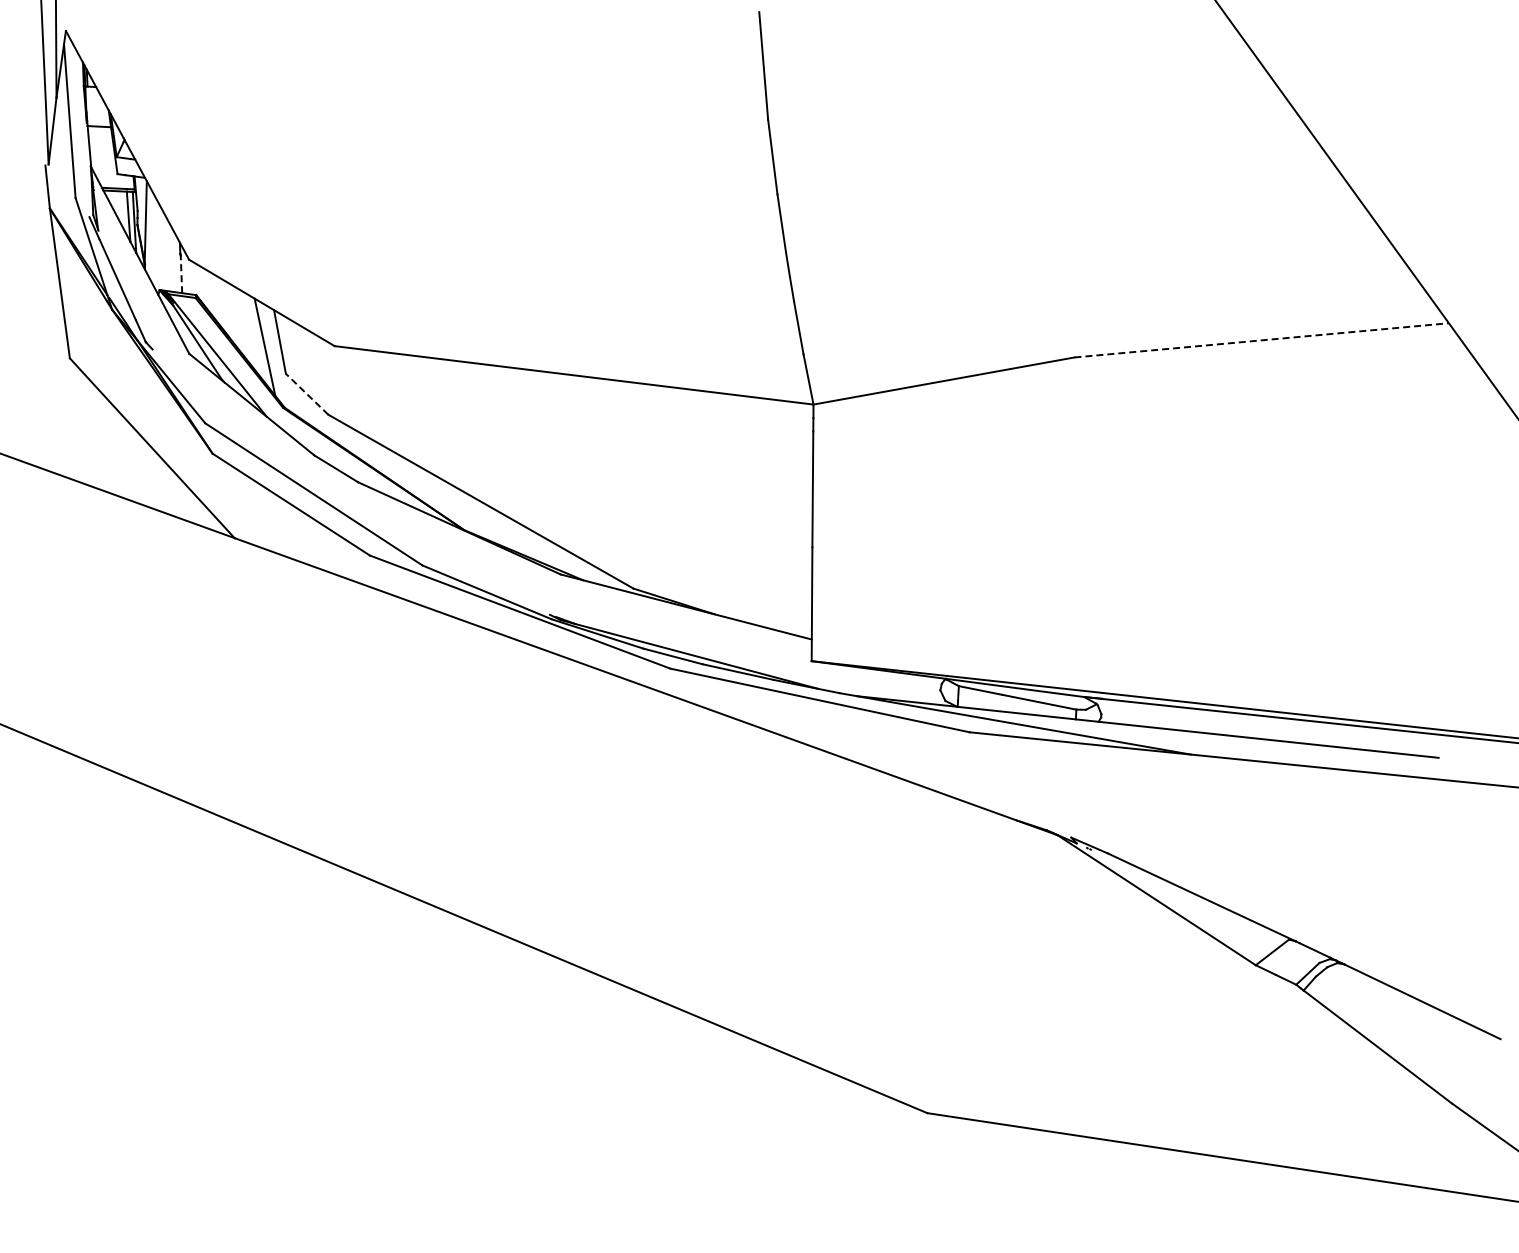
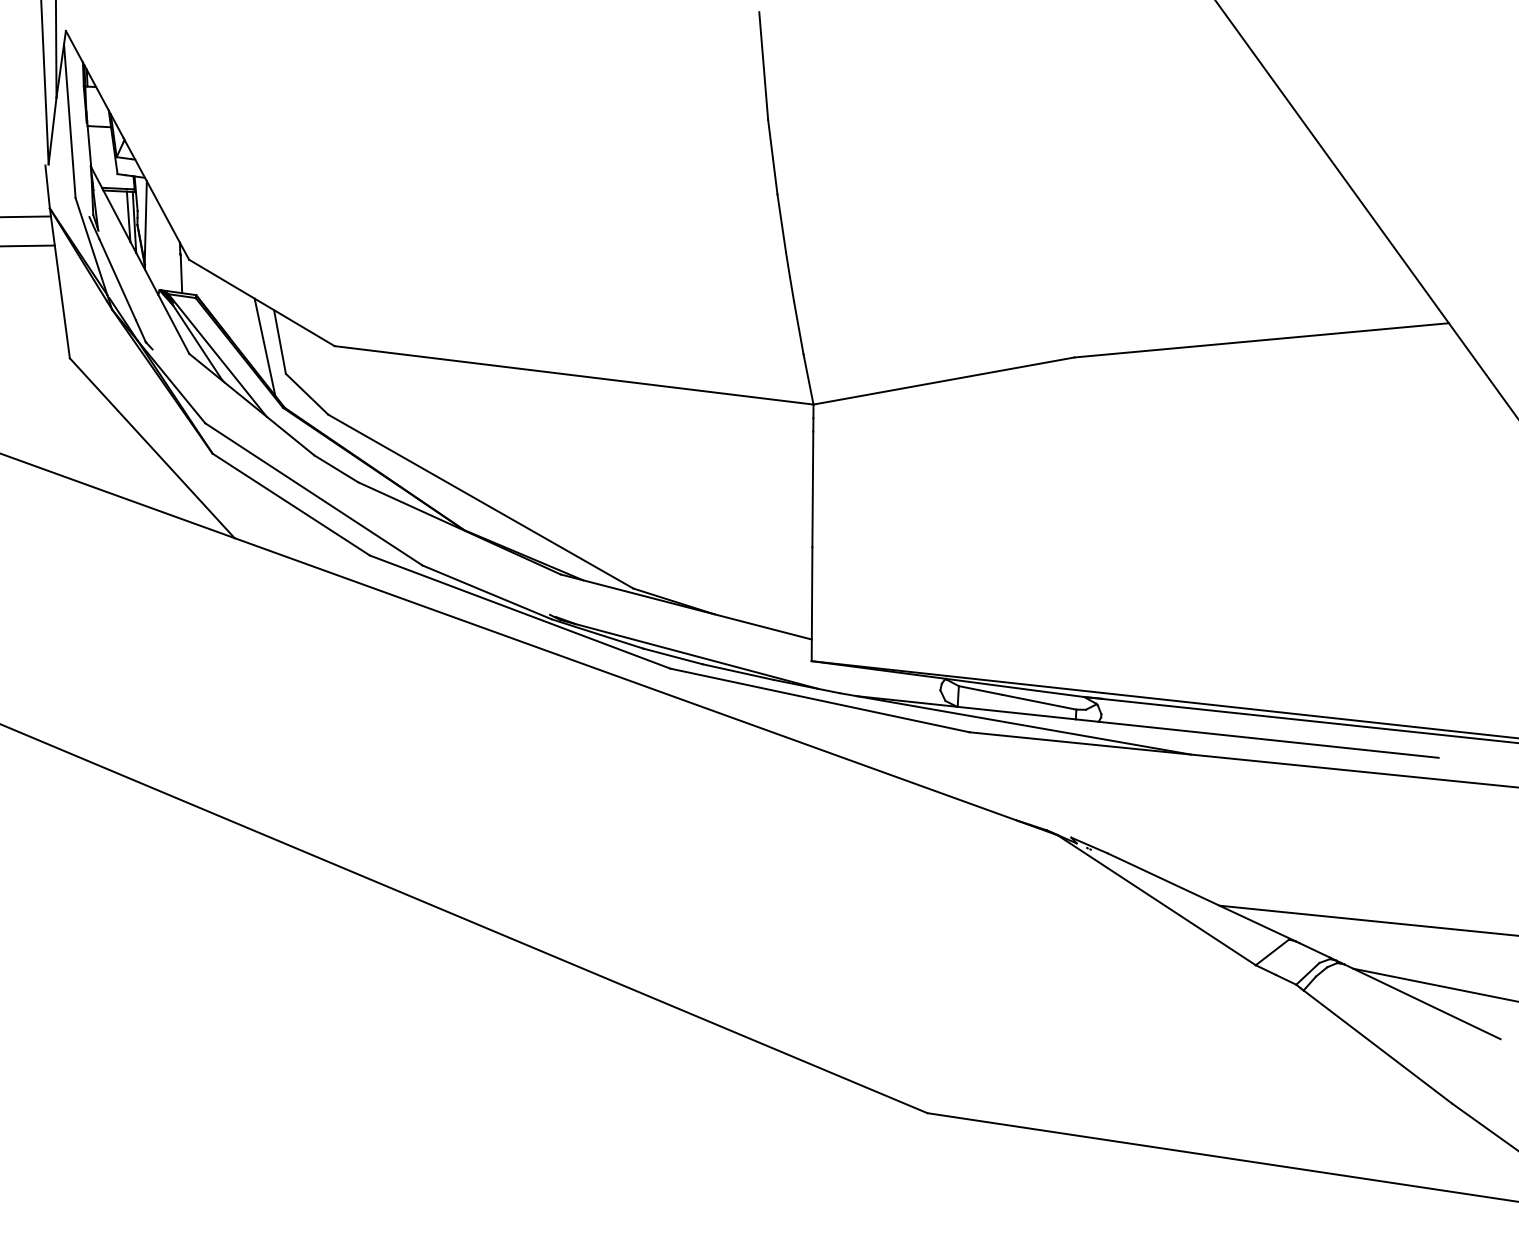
line at (26, 216): none -> present
line at (28, 245): none -> present
line at (181, 274): dashed -> solid
line at (1262, 340): dashed -> solid
line at (306, 393): dashed -> solid
line at (1367, 920): none -> present
line at (1434, 984): none -> present
